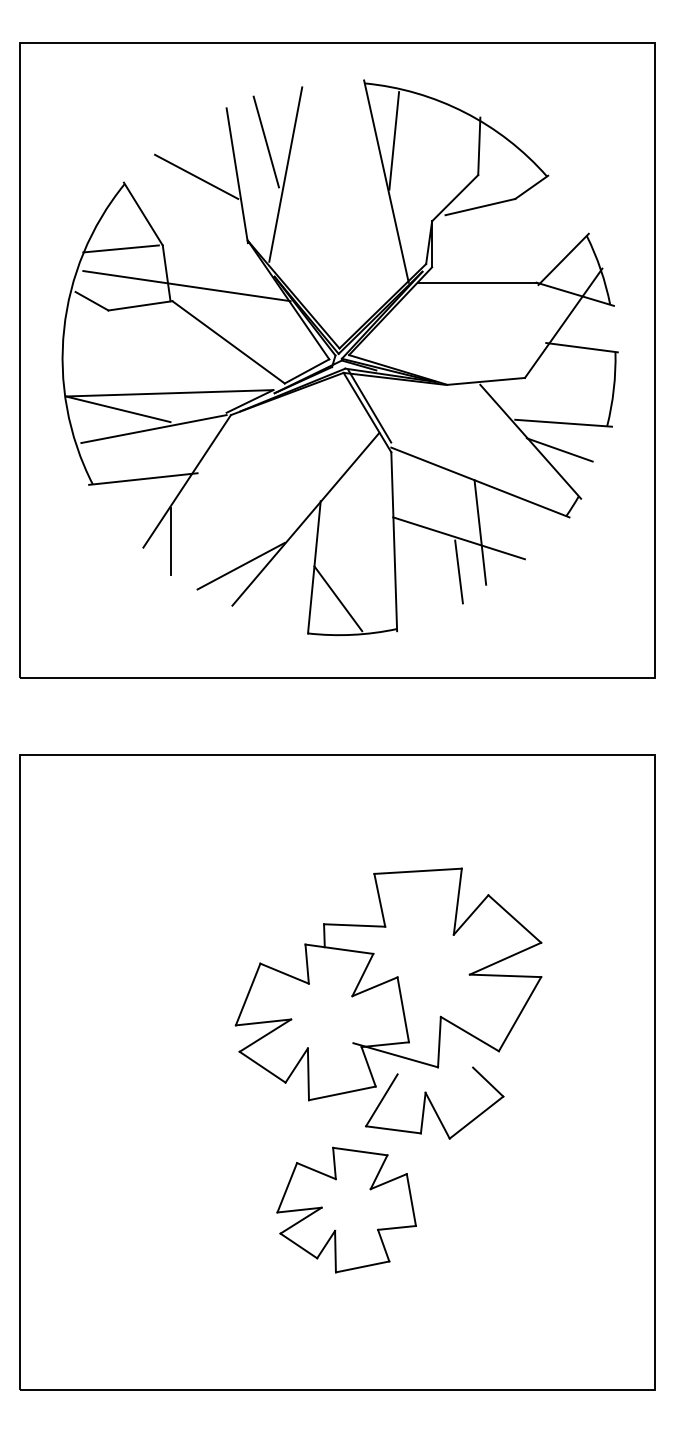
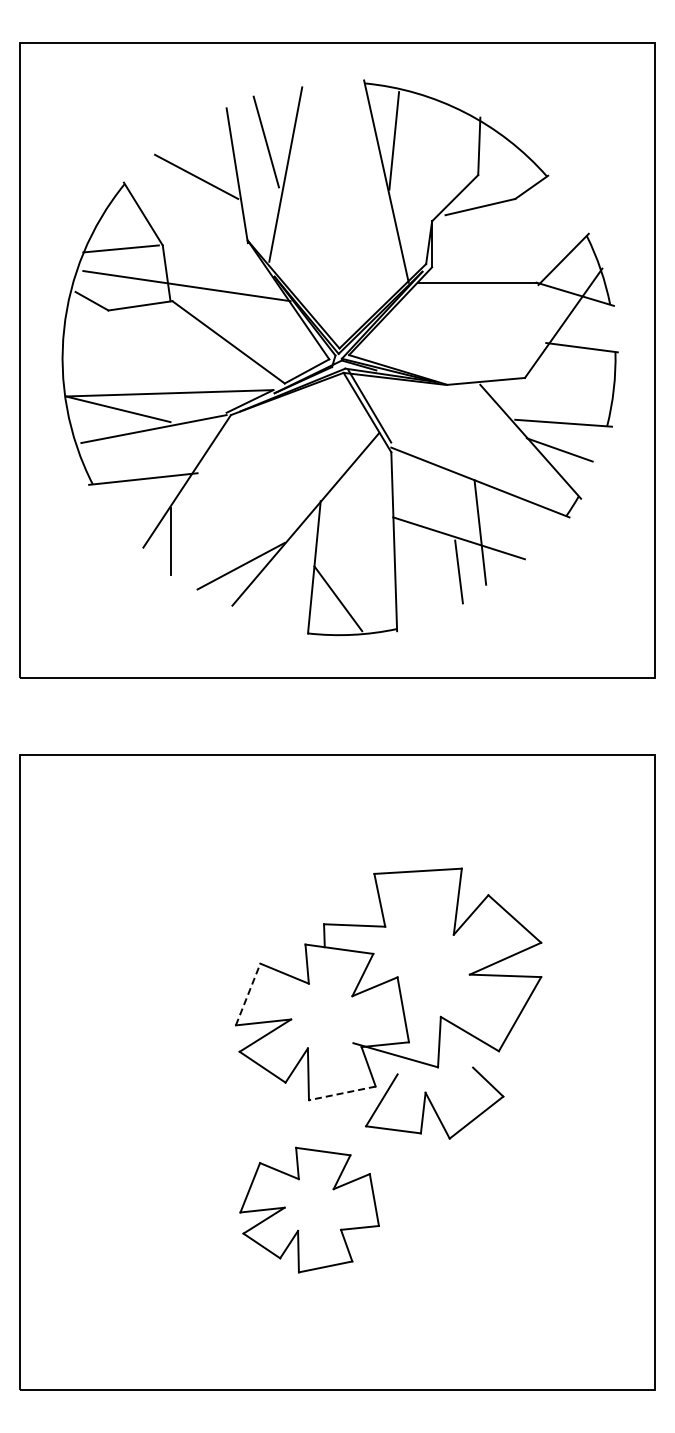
line at (248, 994): solid -> dashed
line at (341, 1093): solid -> dashed
part at (346, 1209) position: (346, 1209) -> (309, 1209)
